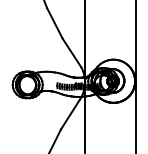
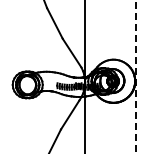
line at (135, 77): solid -> dashed
